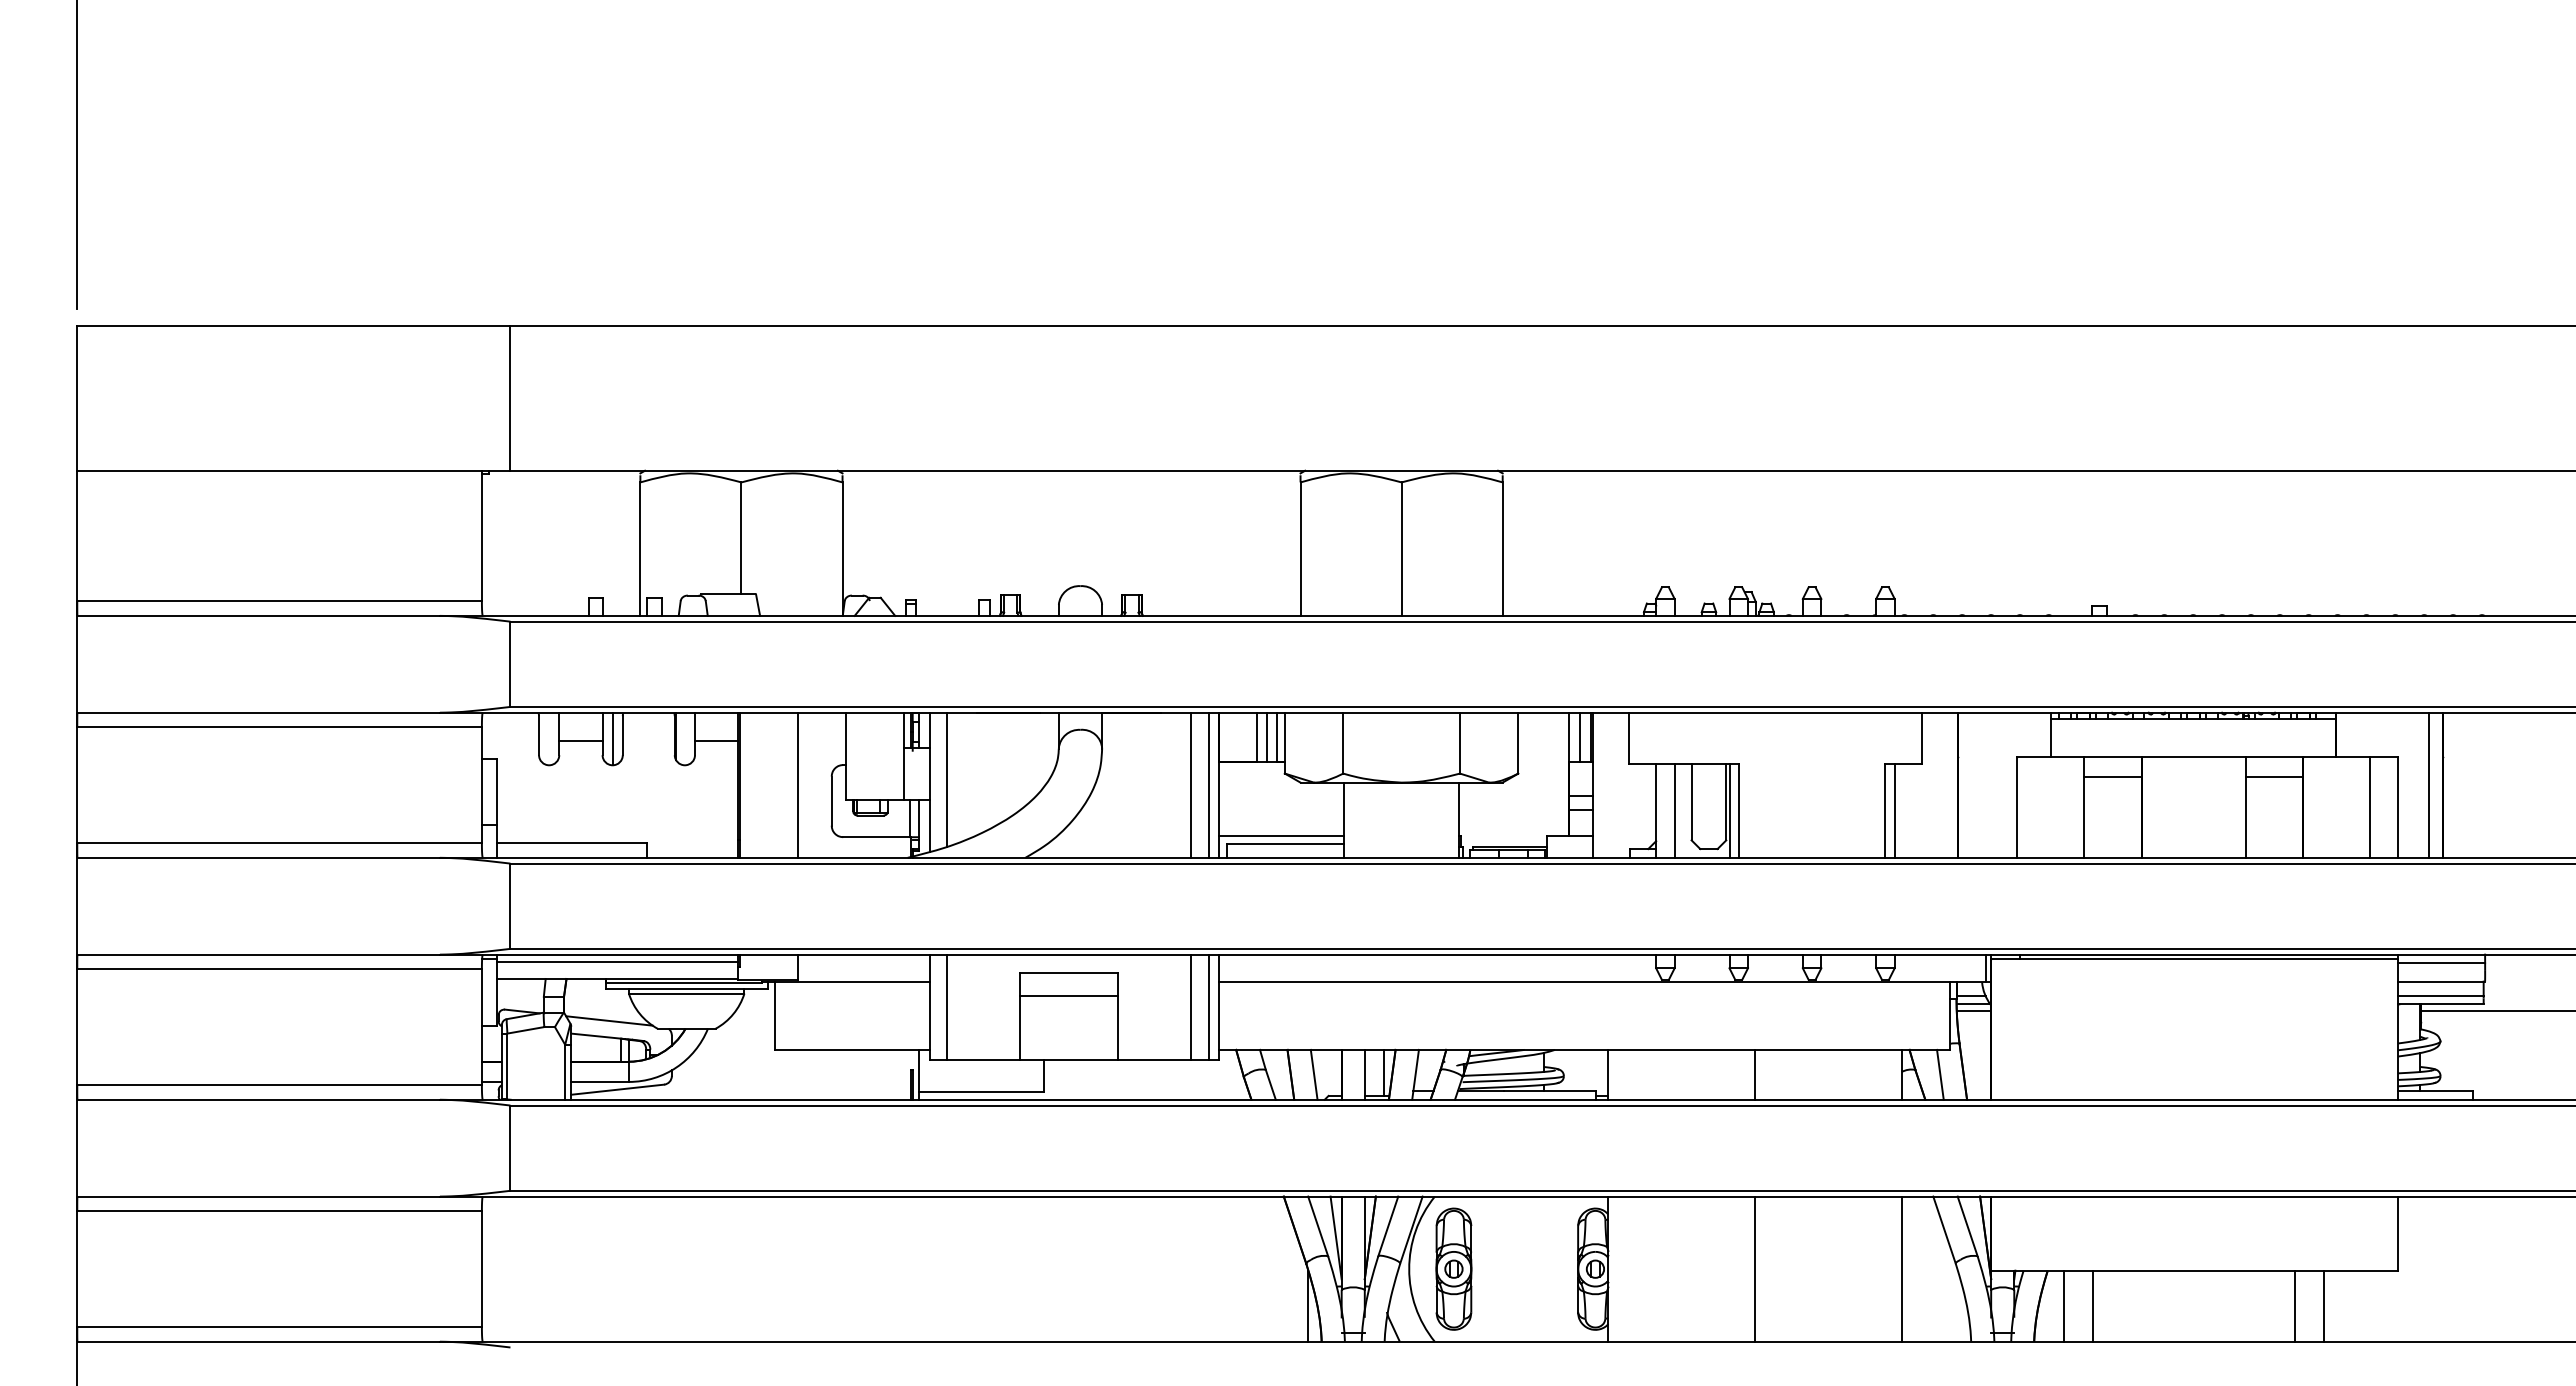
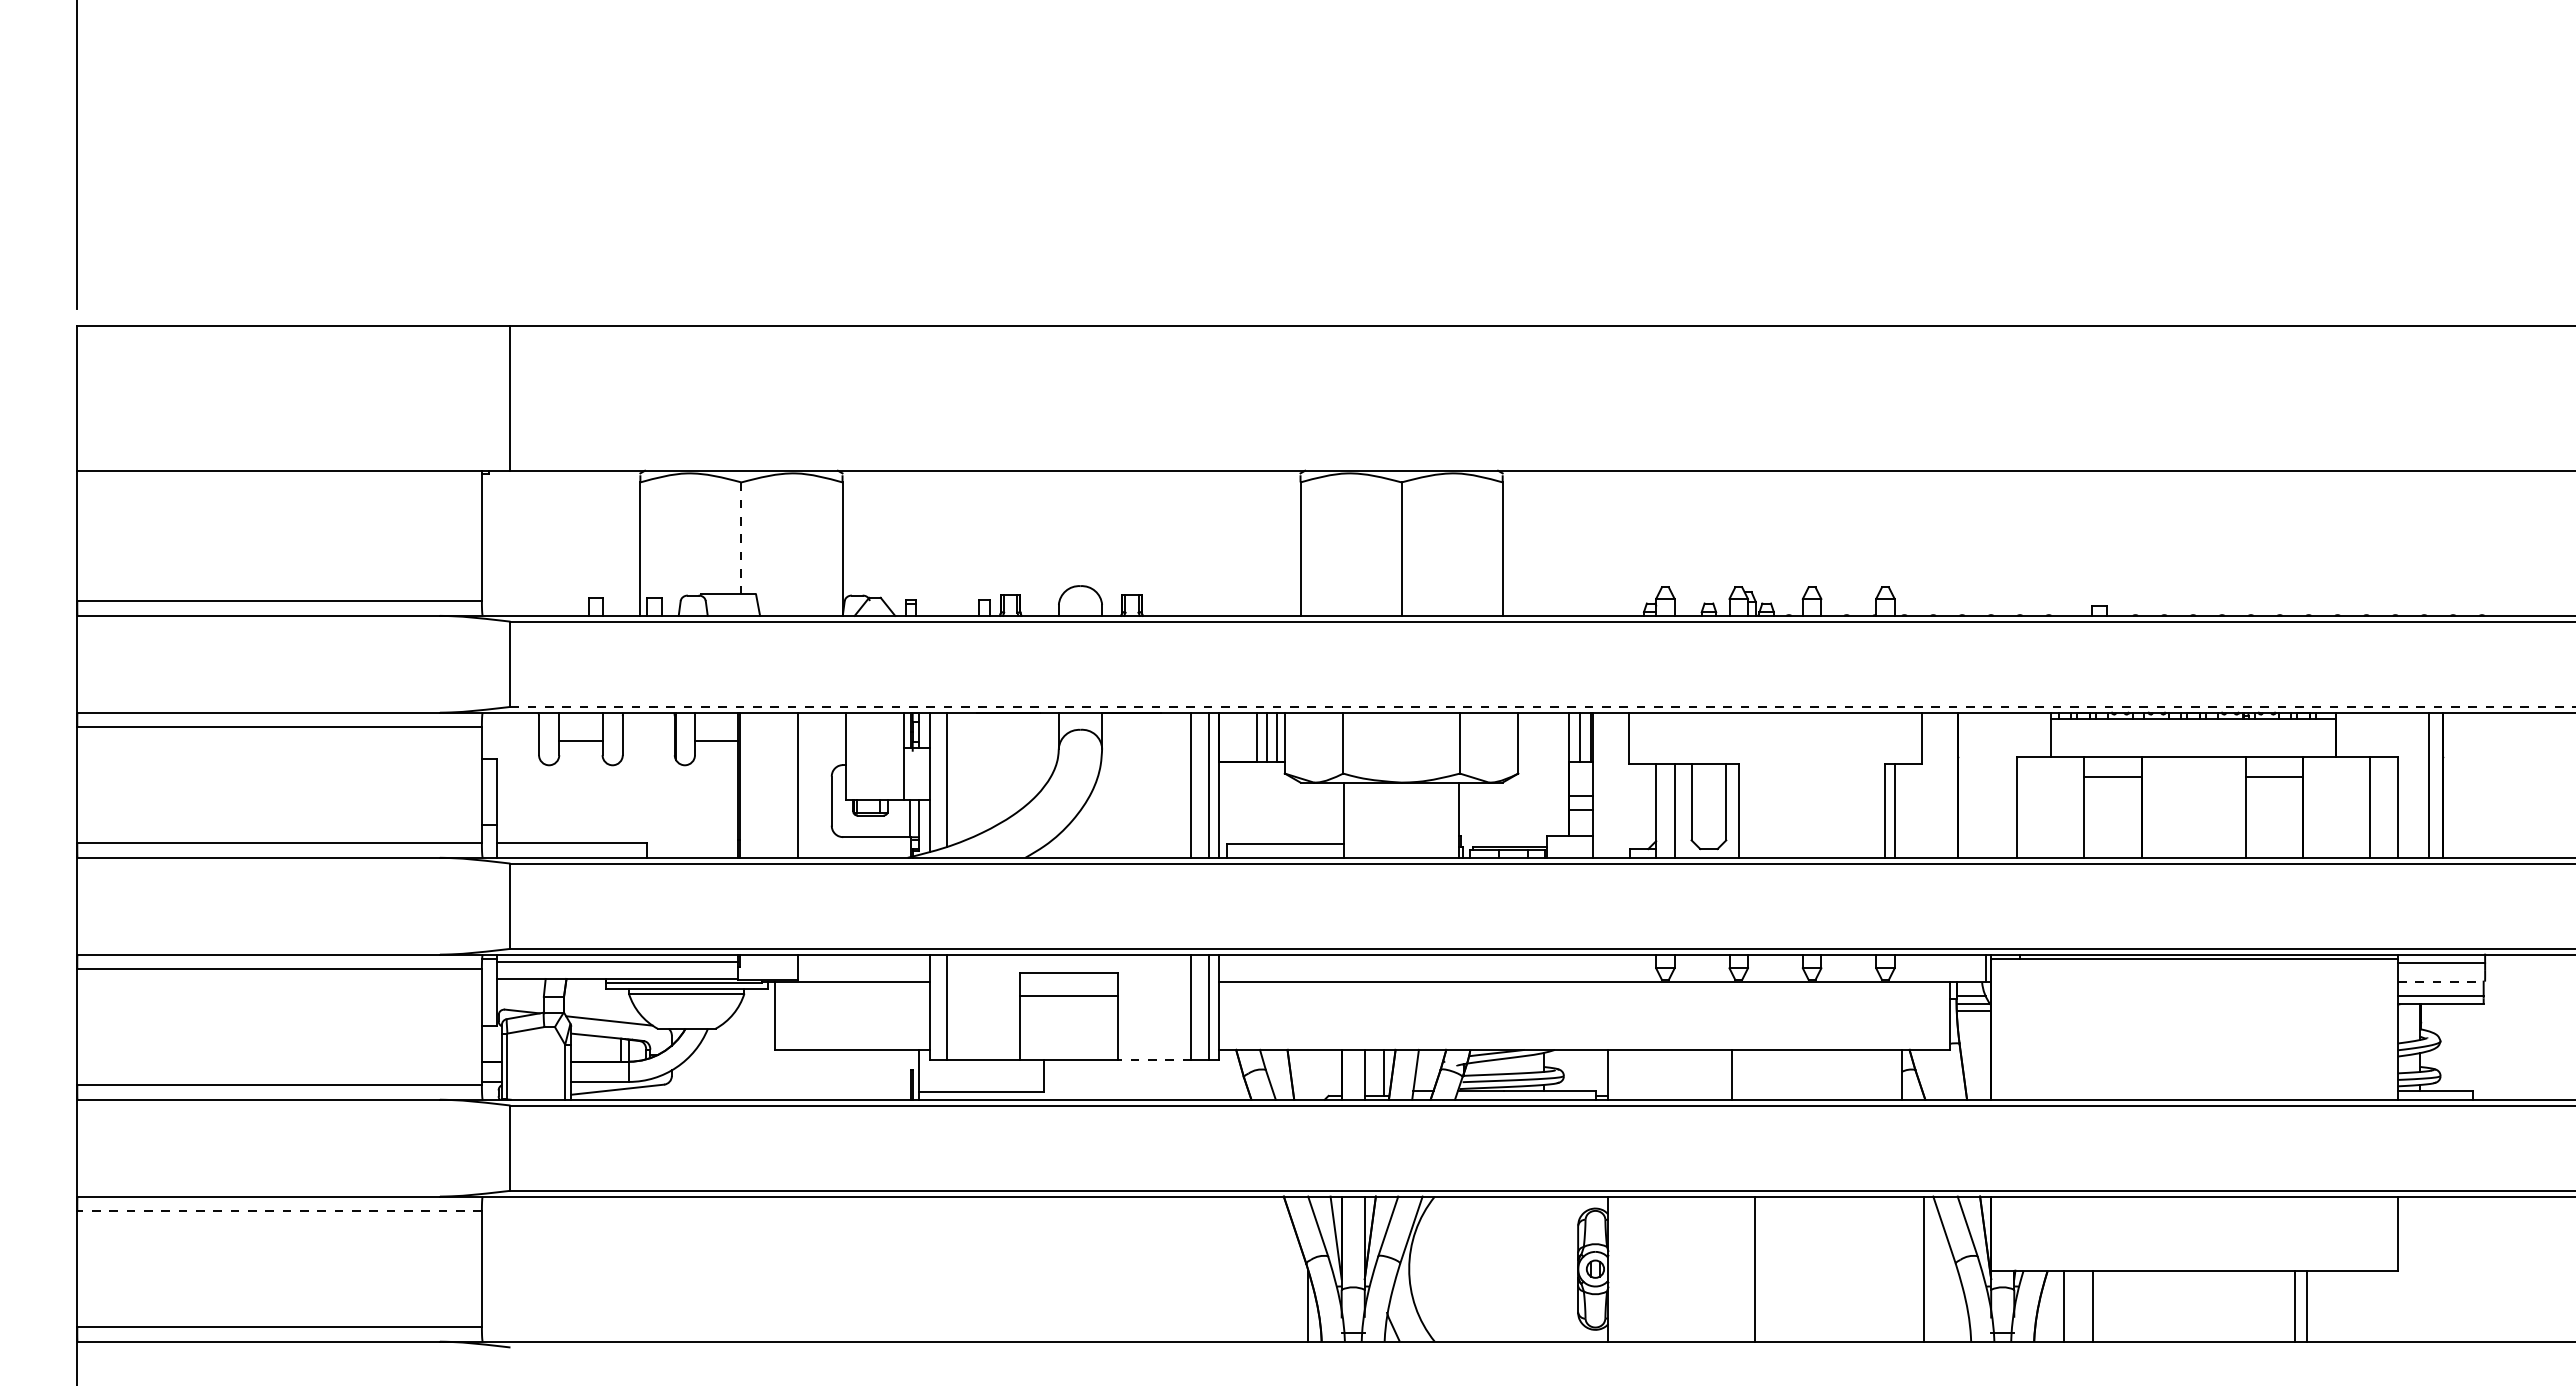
line at (741, 538): solid -> dashed
line at (1543, 706): solid -> dashed
line at (612, 738): present -> none
line at (1729, 810): present -> none
line at (1280, 835): present -> none
line at (2441, 981): solid -> dashed
line at (2496, 1010): present -> none
line at (1154, 1059): solid -> dashed
line at (1313, 1074): present -> none
line at (1755, 1074) position: (1755, 1074) -> (1732, 1074)
line at (1940, 1074): present -> none
line at (279, 1211): solid -> dashed
part at (1453, 1268): present -> none
line at (1901, 1268) position: (1901, 1268) -> (1923, 1268)
line at (2324, 1305) position: (2324, 1305) -> (2307, 1305)
